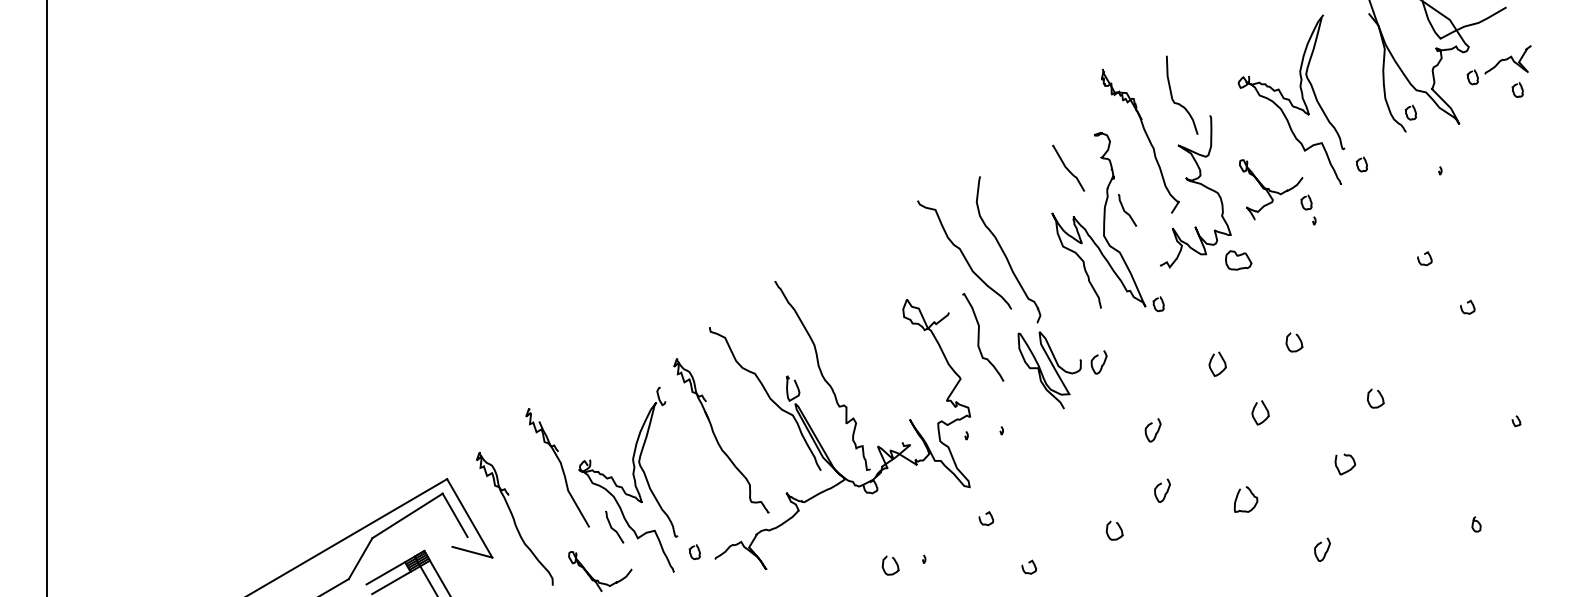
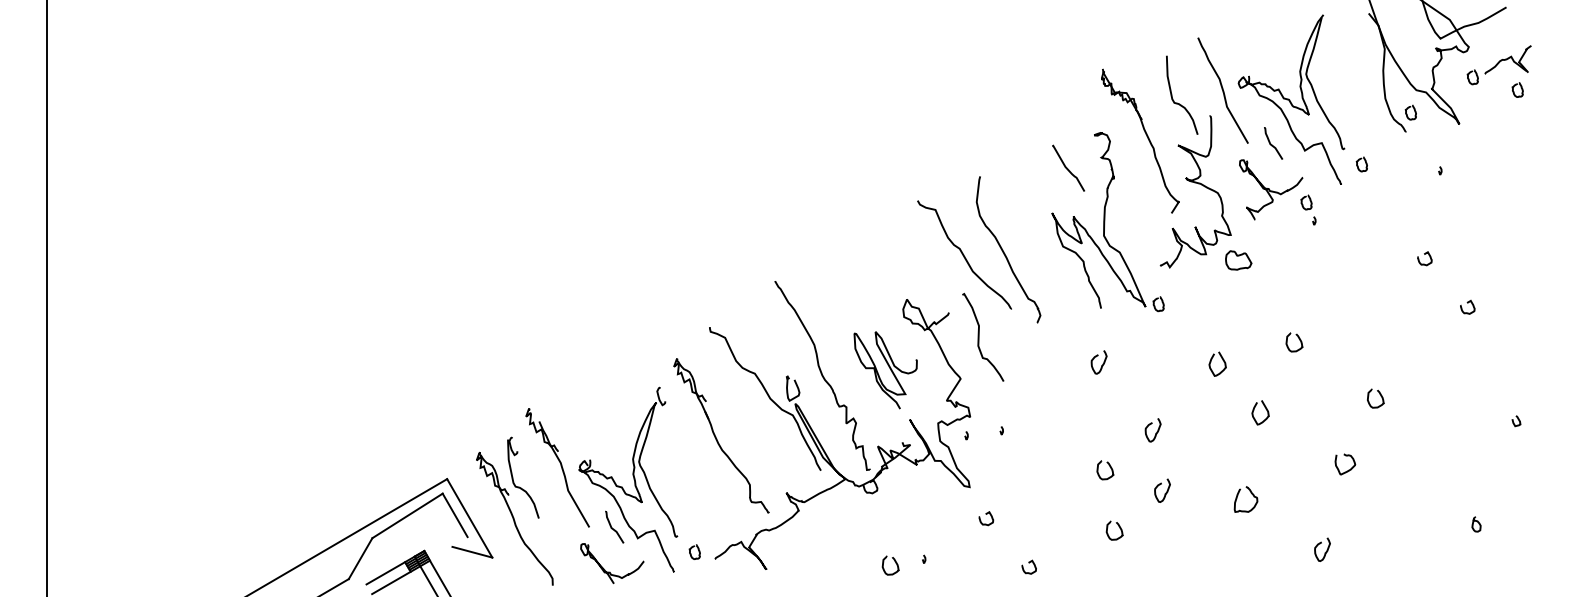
curve at (1222, 90): none -> present
curve at (1126, 211) position: (1126, 211) -> (1272, 144)
curve at (1052, 367) position: (1052, 367) -> (888, 367)
curve at (1110, 468): none -> present
part at (514, 481): none -> present
part at (597, 579) position: (597, 579) -> (609, 571)
